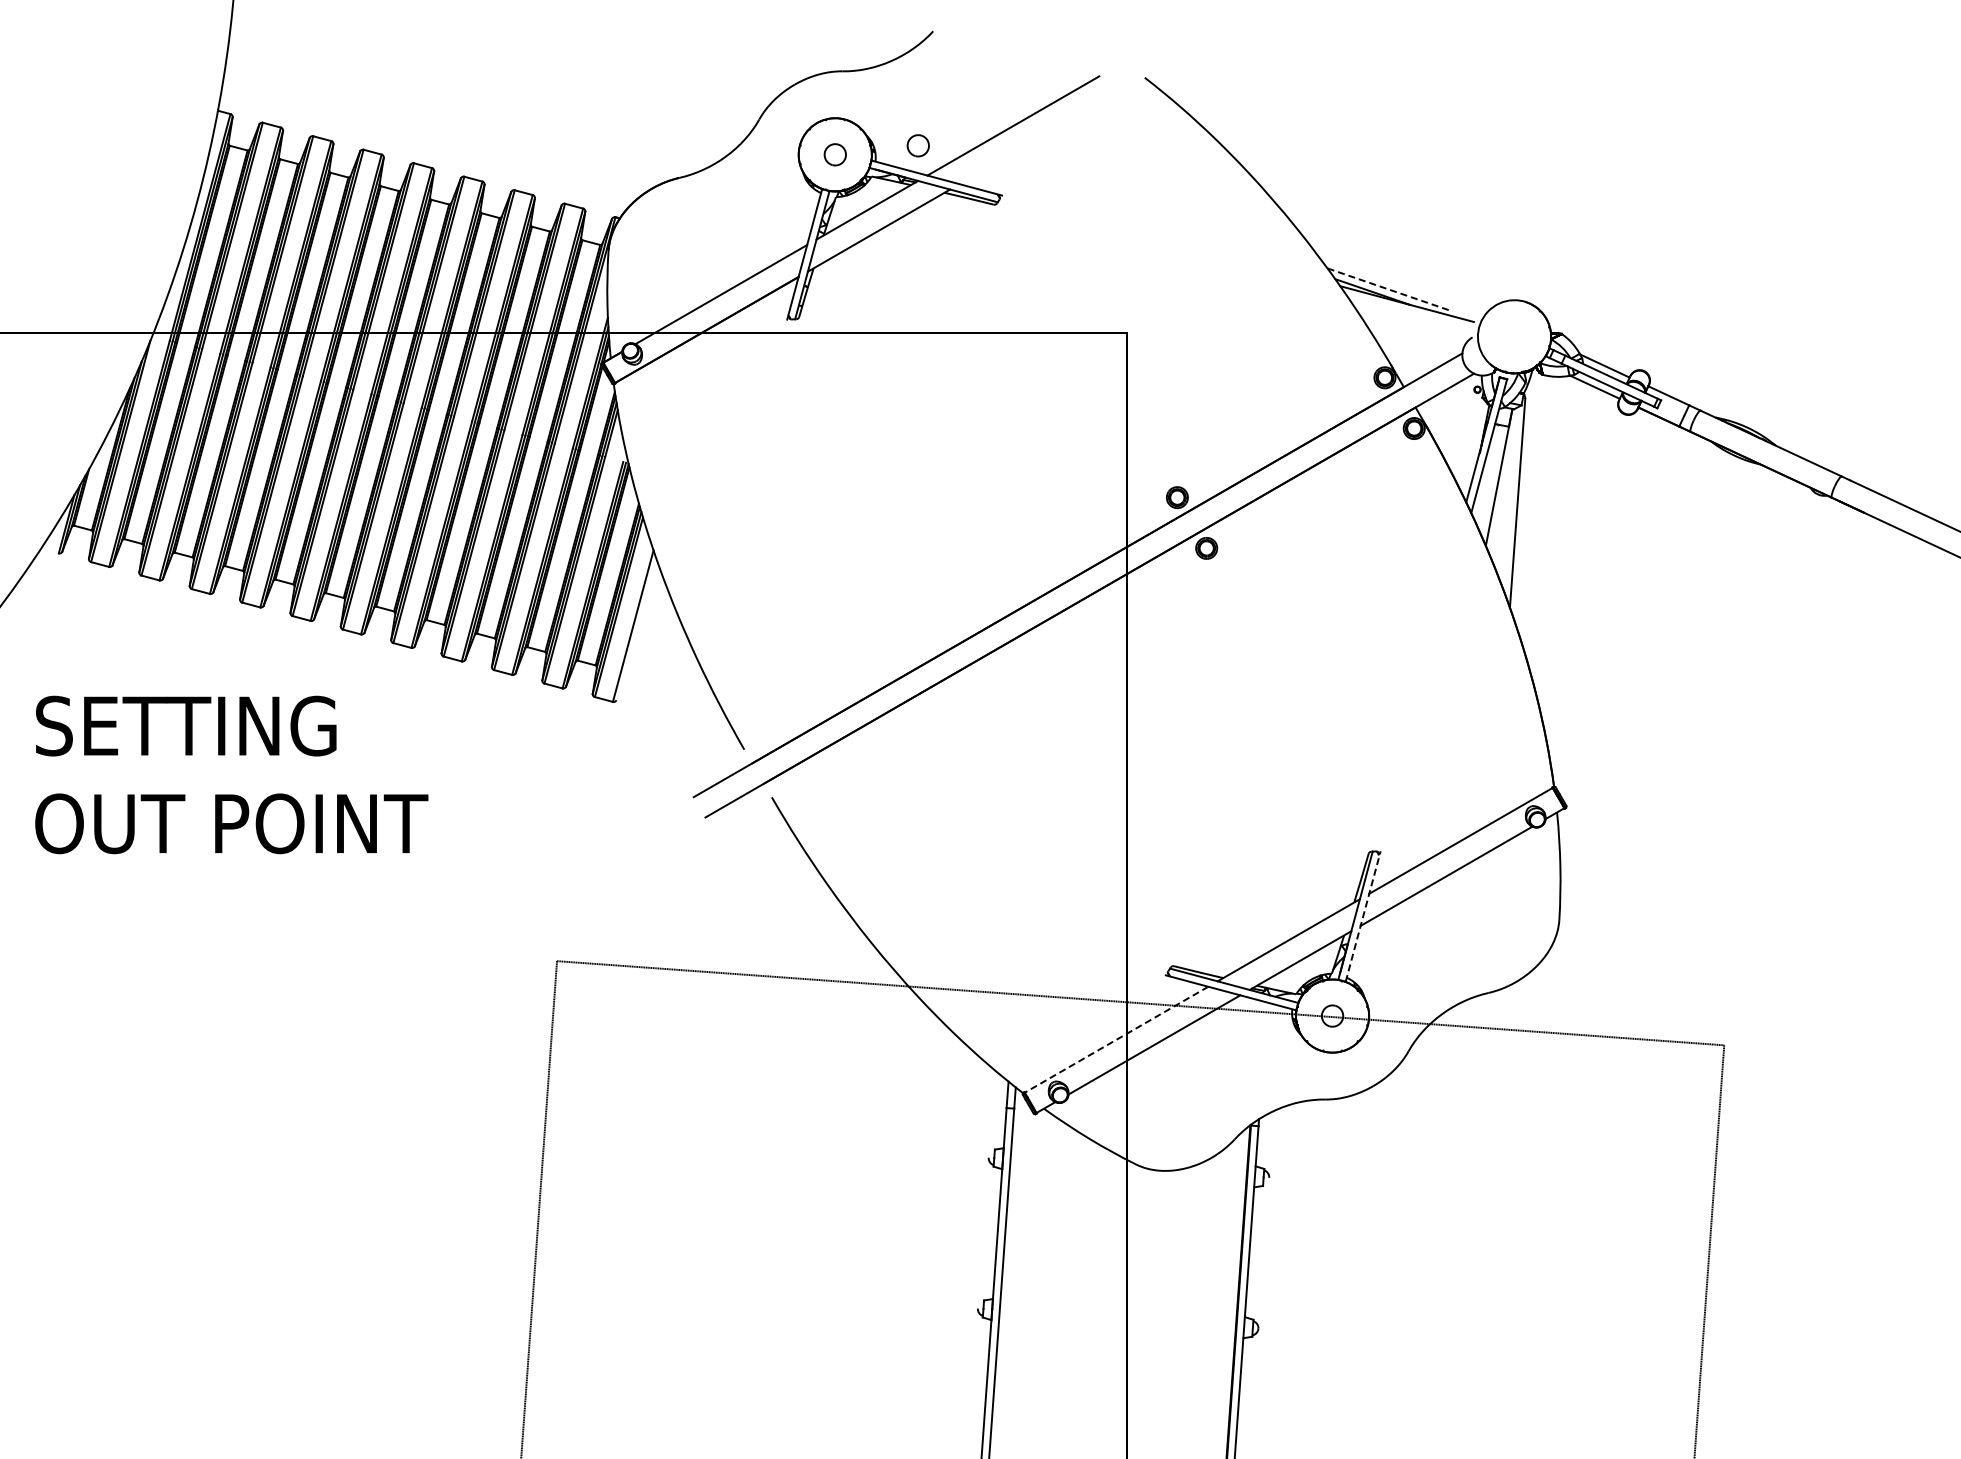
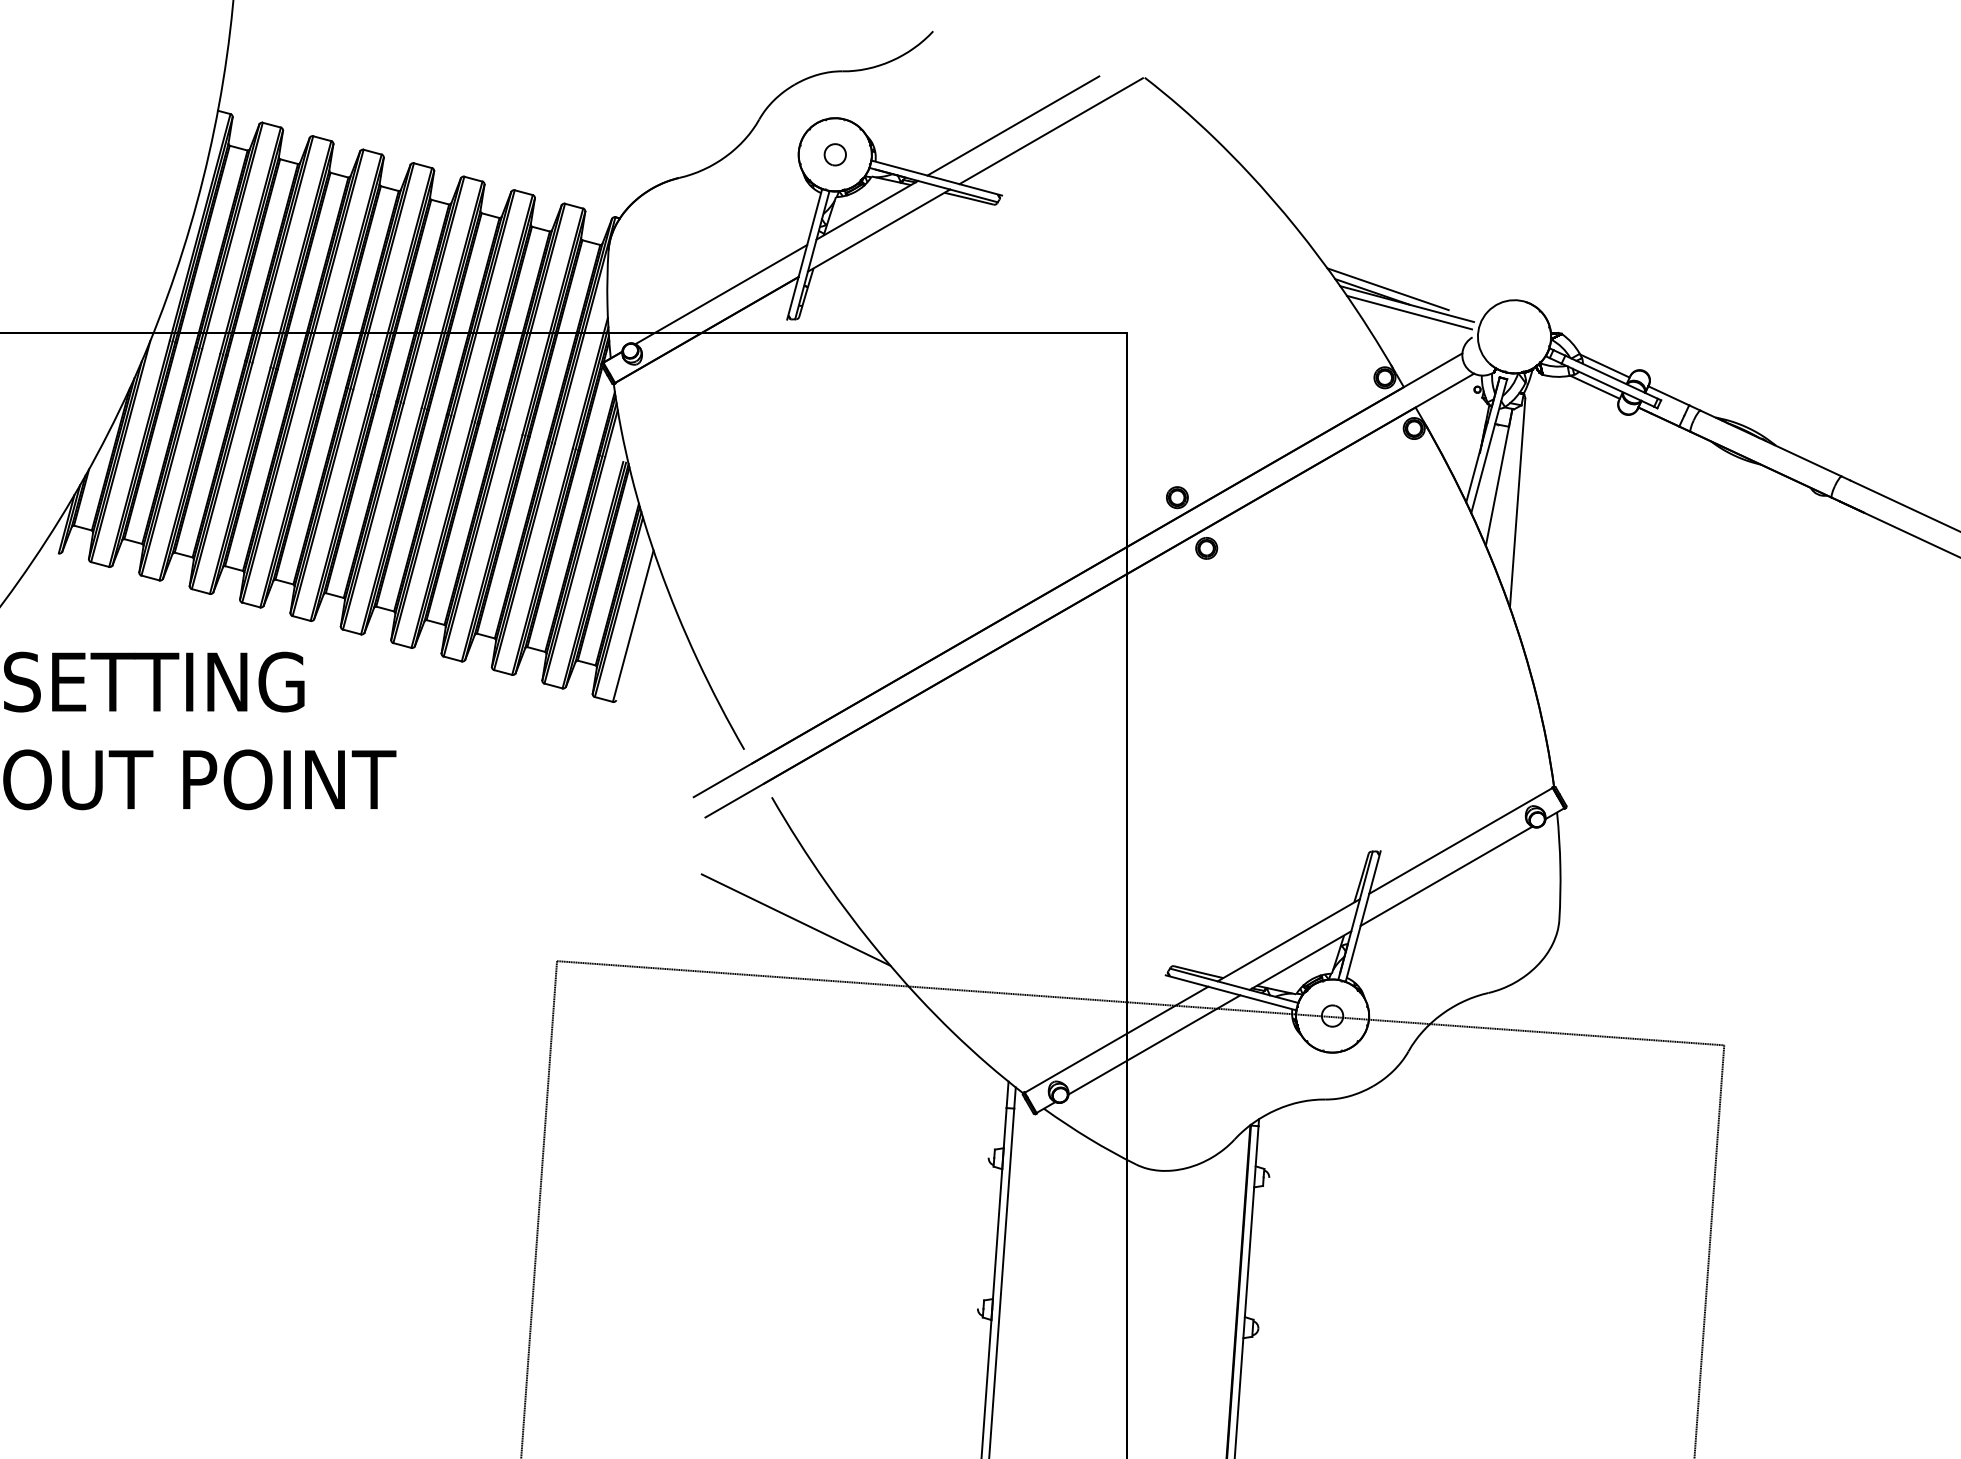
line at (1050, 131): none -> present
part at (917, 145): present -> none
line at (1387, 289): dashed -> solid
line at (1409, 312): none -> present
text at (231, 774) position: (231, 774) -> (199, 730)
line at (1363, 916): dashed -> solid
line at (795, 919): none -> present
line at (1116, 1039): dashed -> solid
